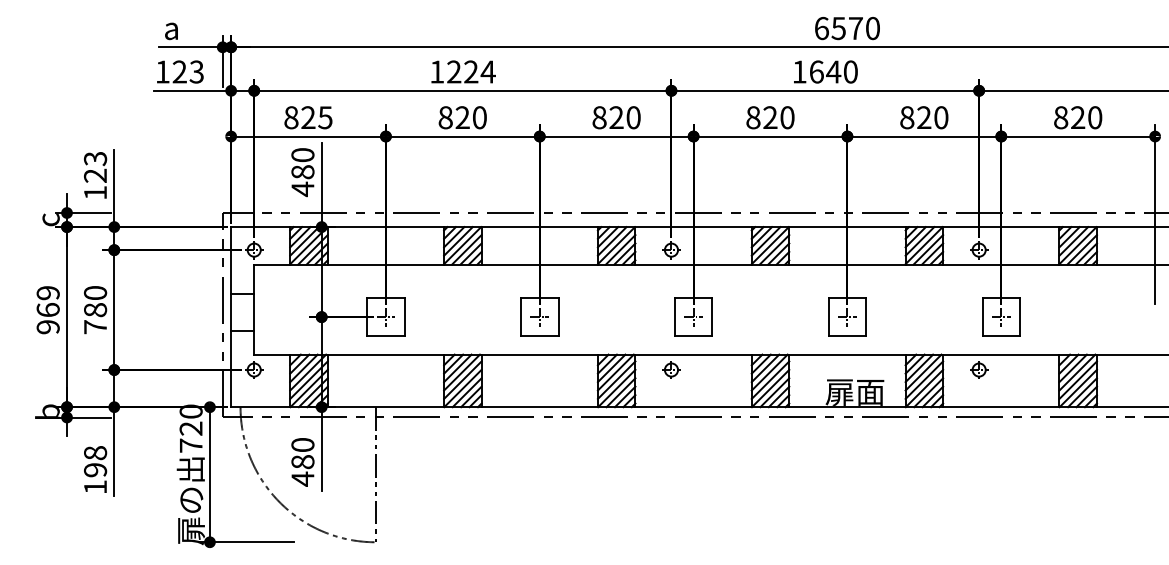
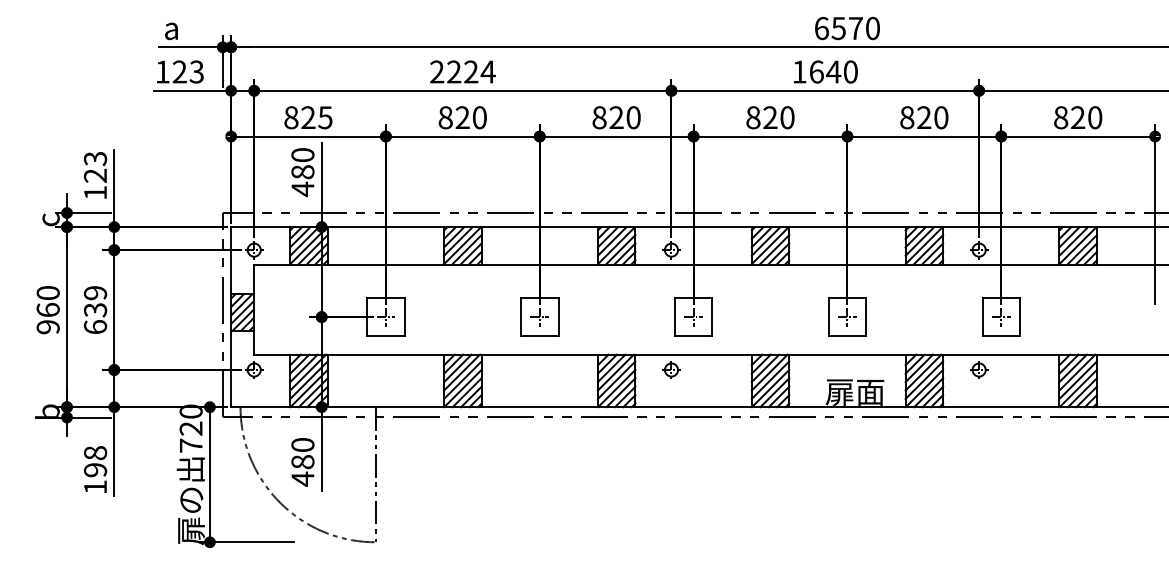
text at (437, 71): 1224 -> 2224
text at (47, 293): 969 -> 960
text at (95, 310): 780 -> 639
hatch at (242, 312): none -> present
